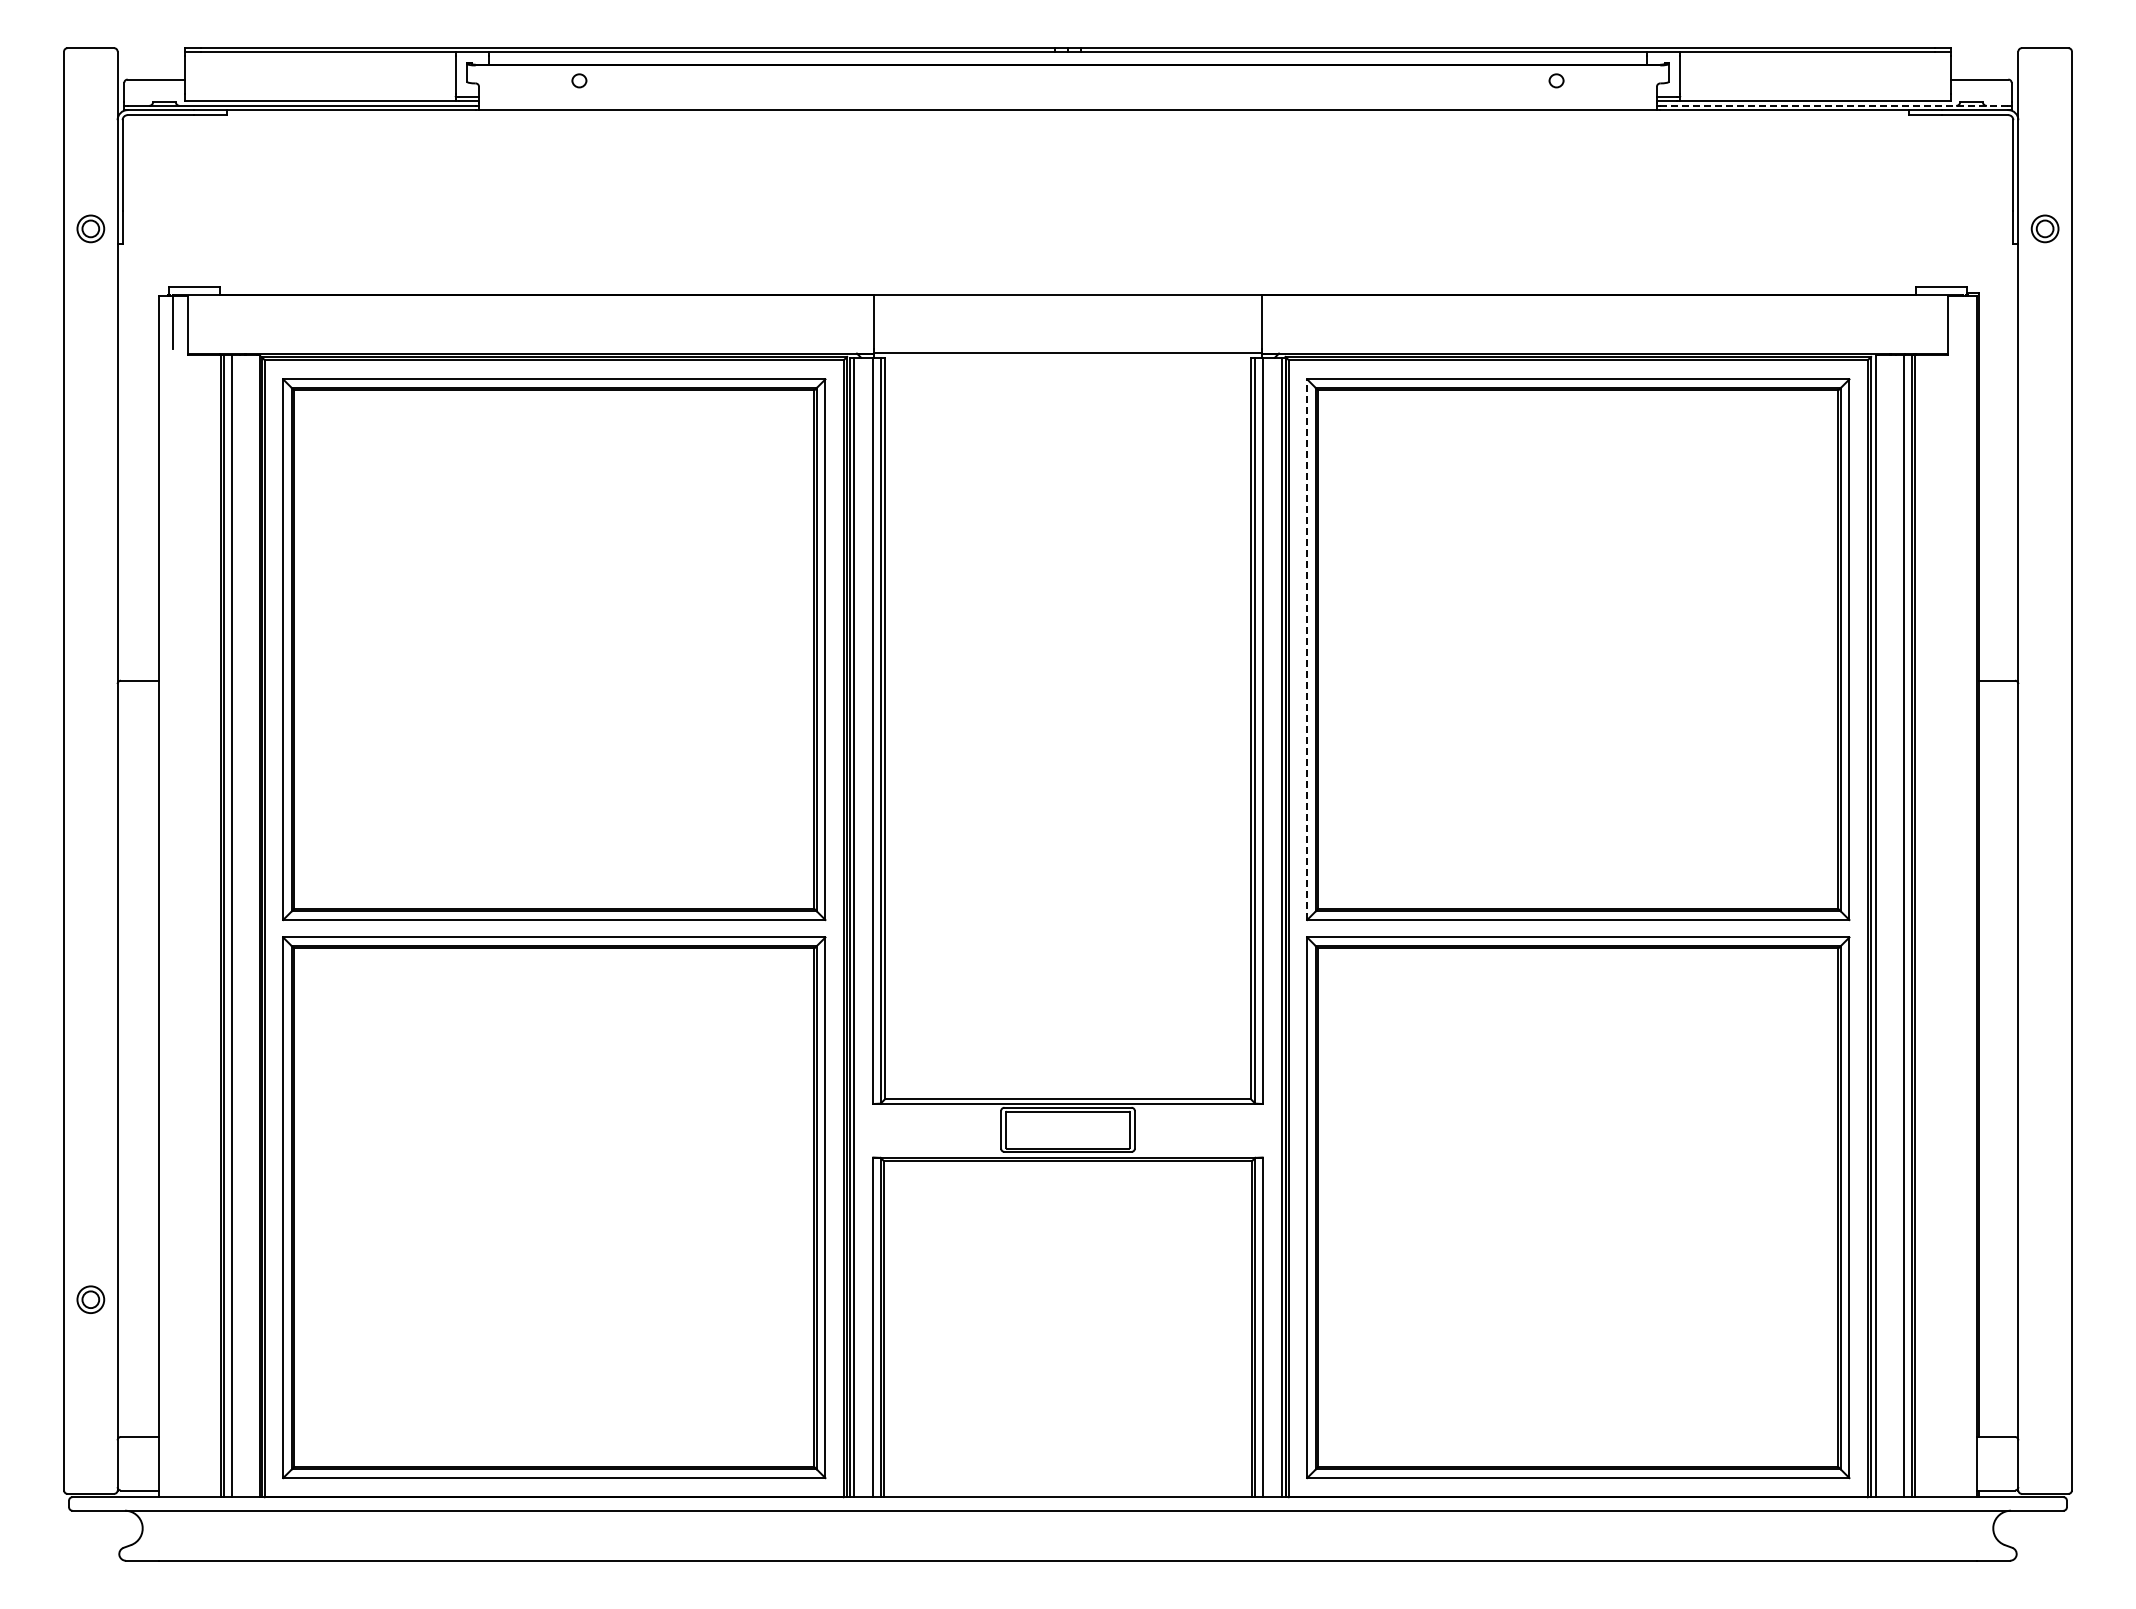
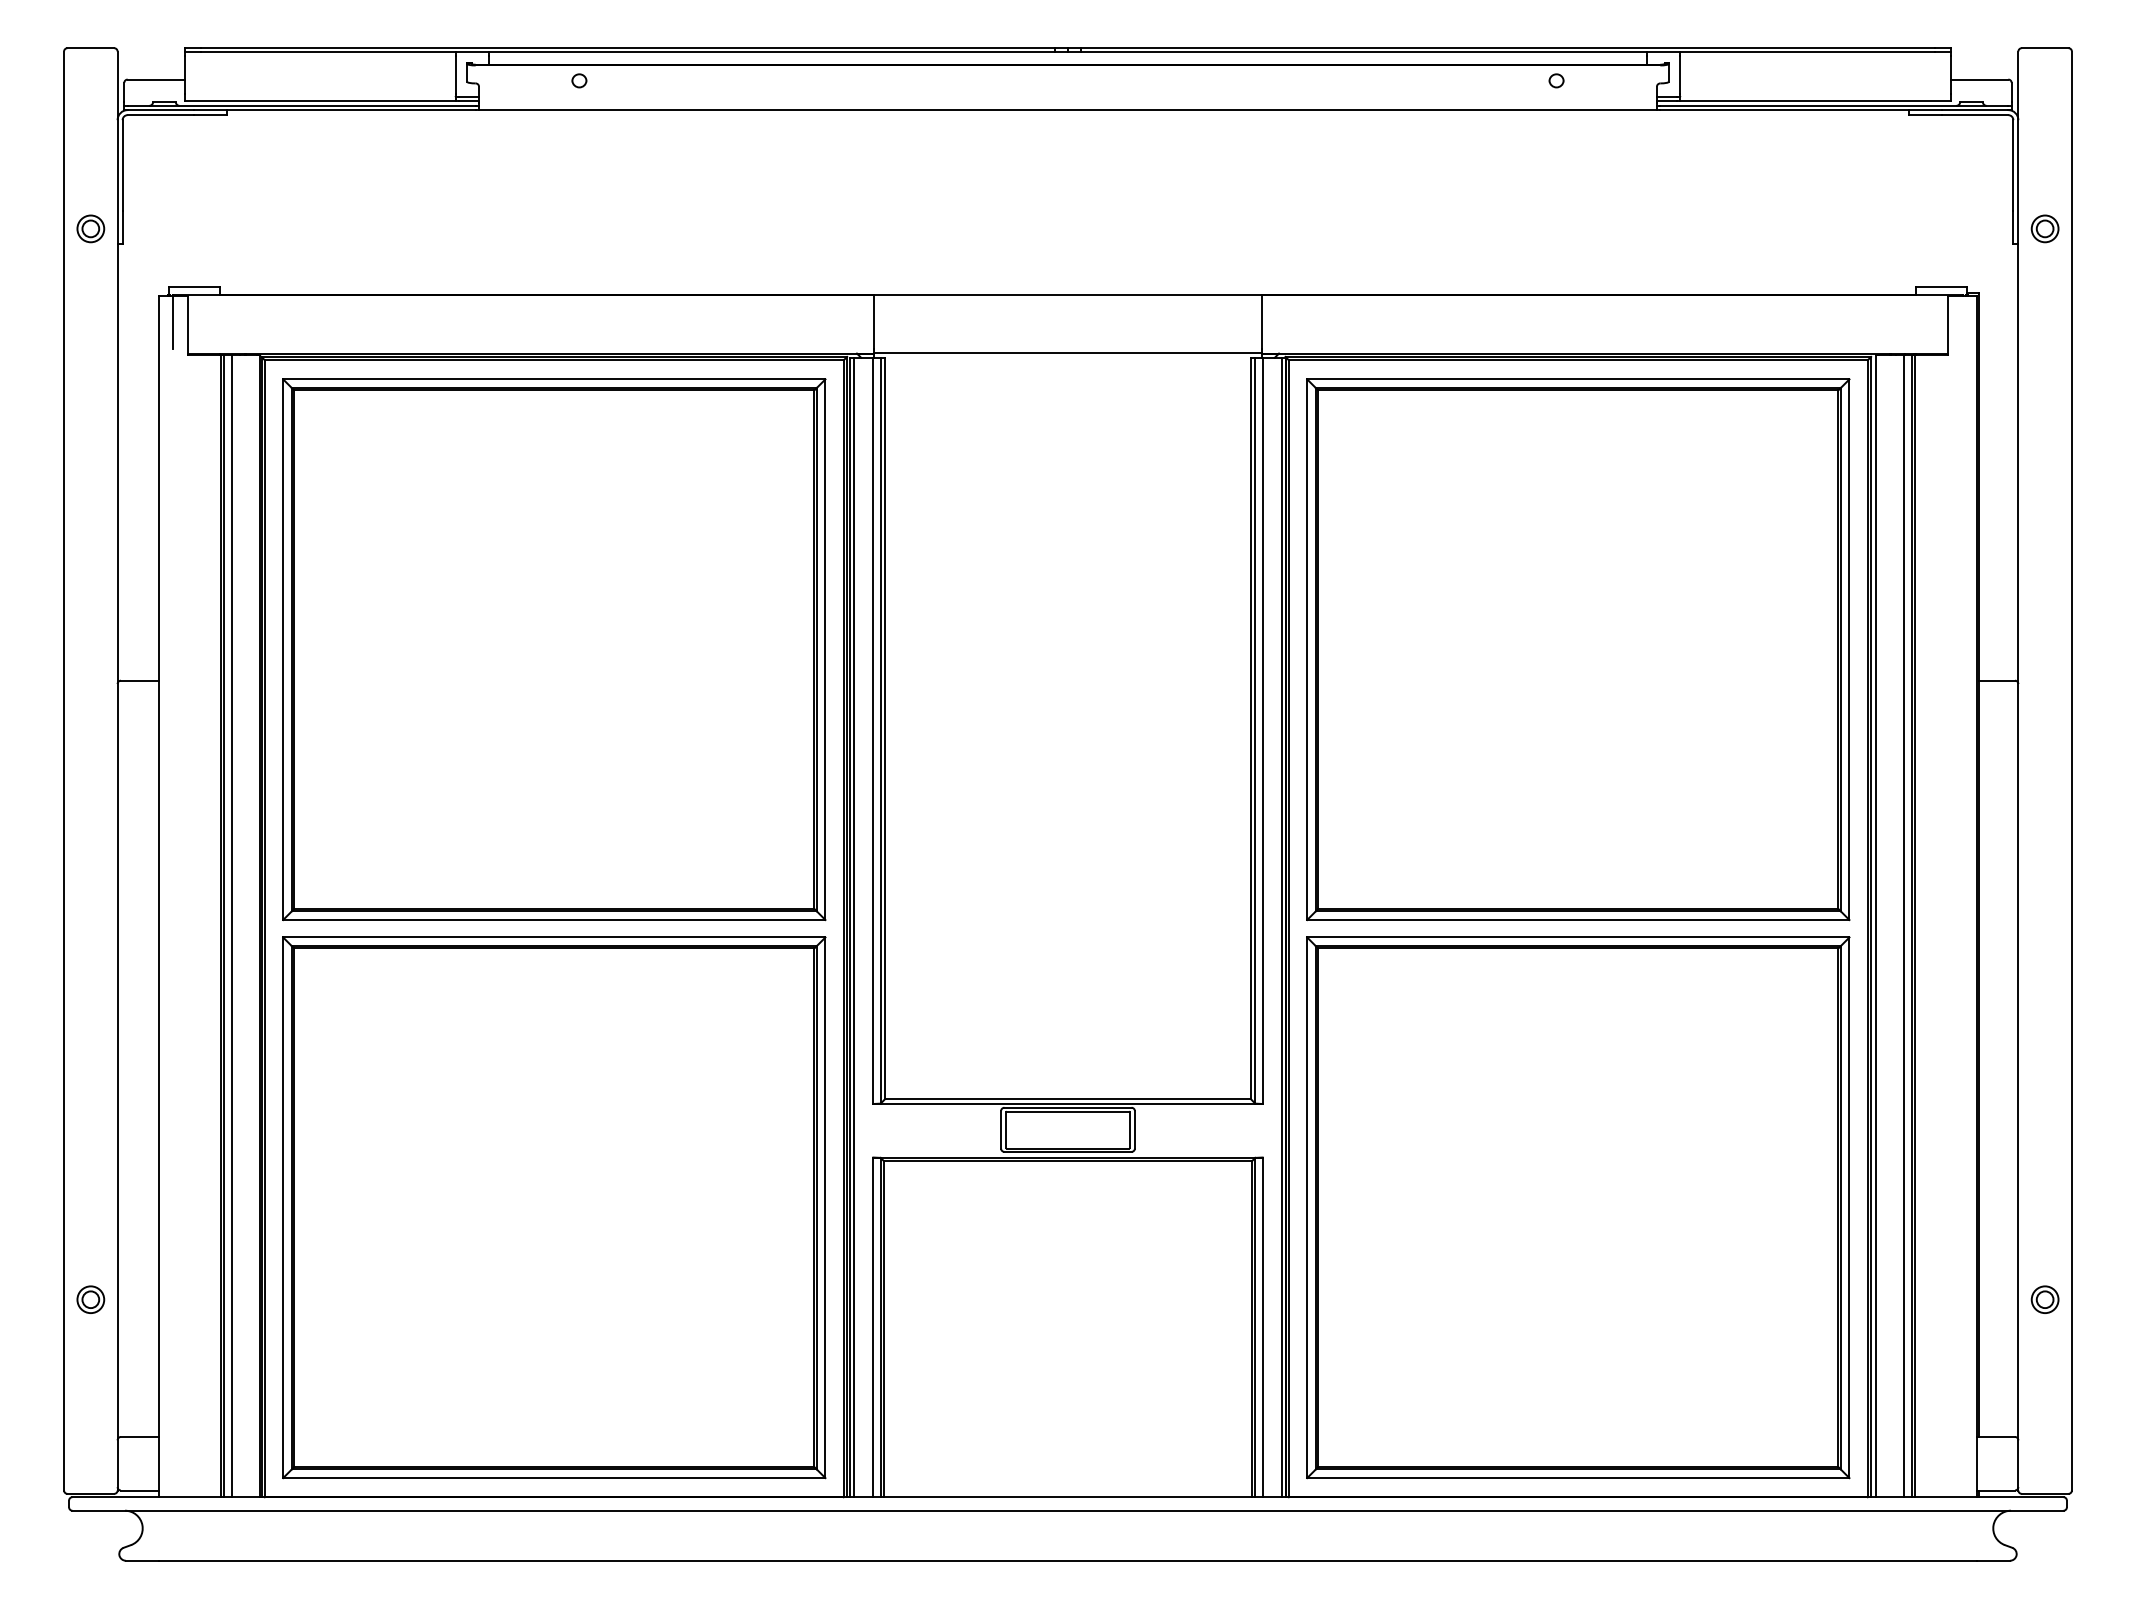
line at (1834, 105): dashed -> solid
line at (1307, 649): dashed -> solid
part at (2044, 1299): none -> present
